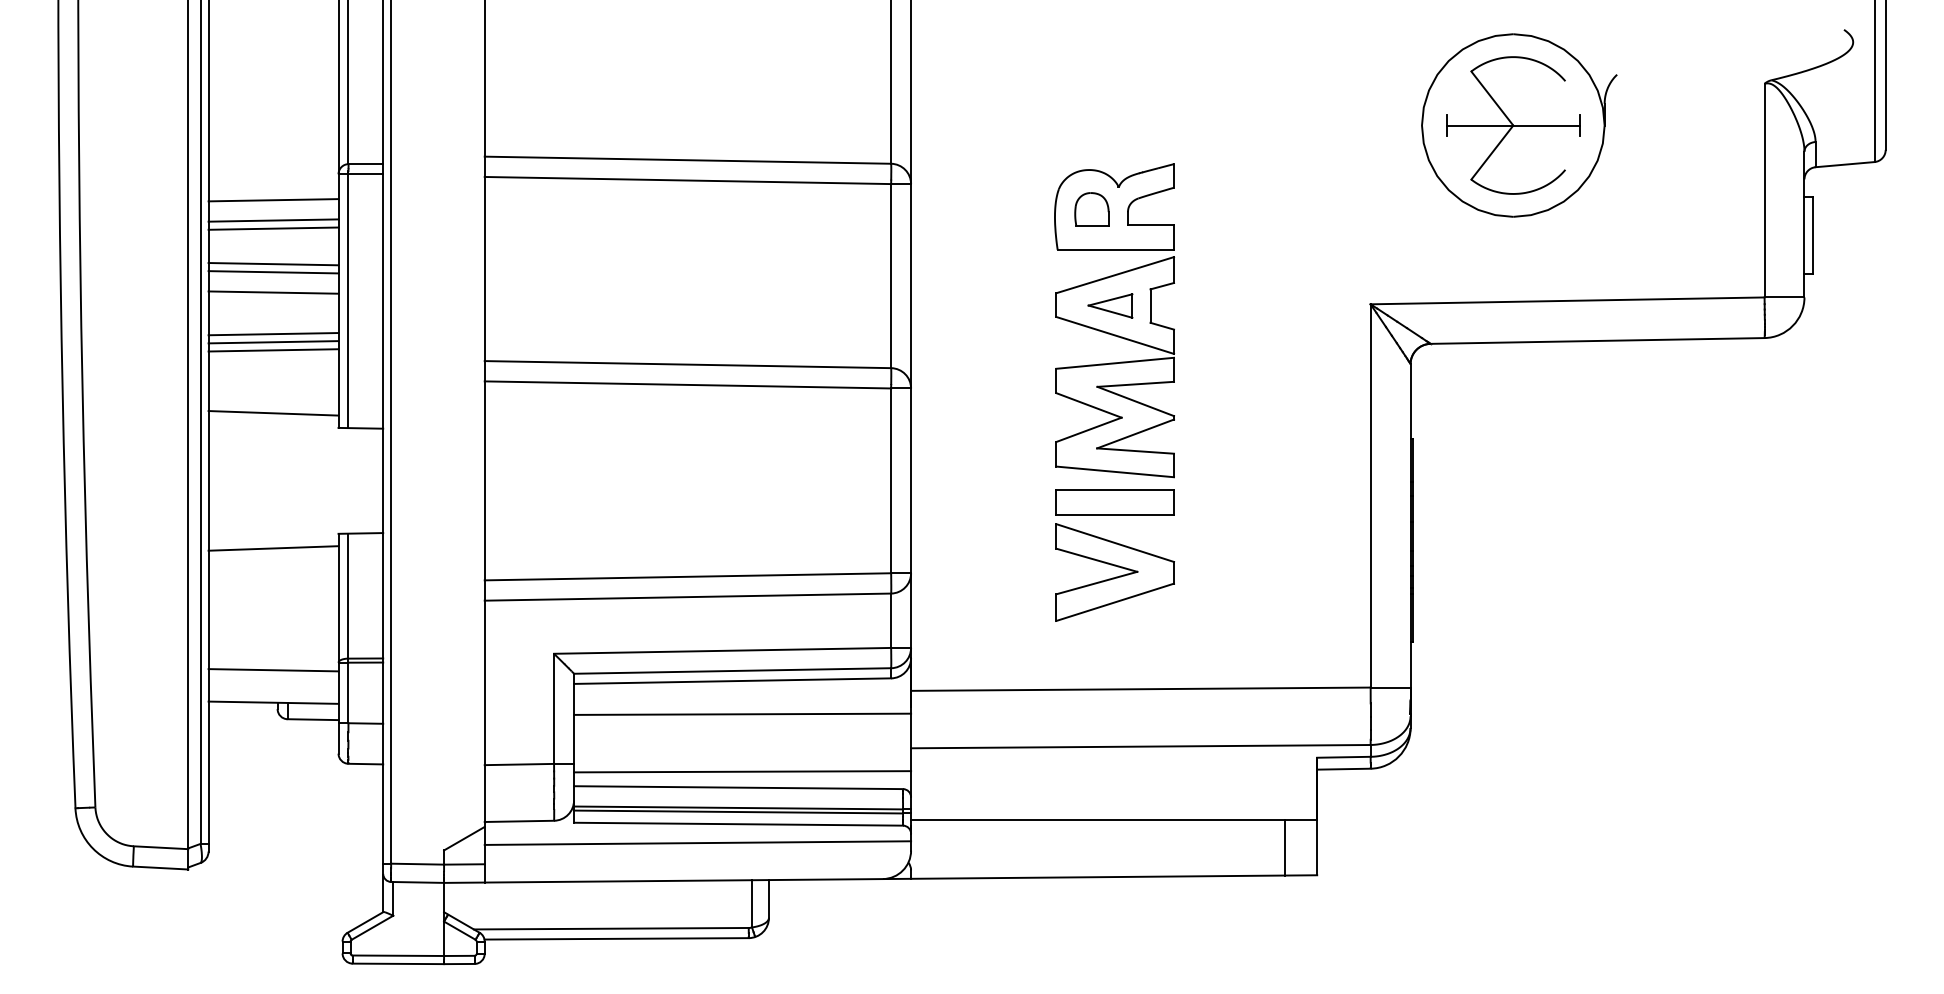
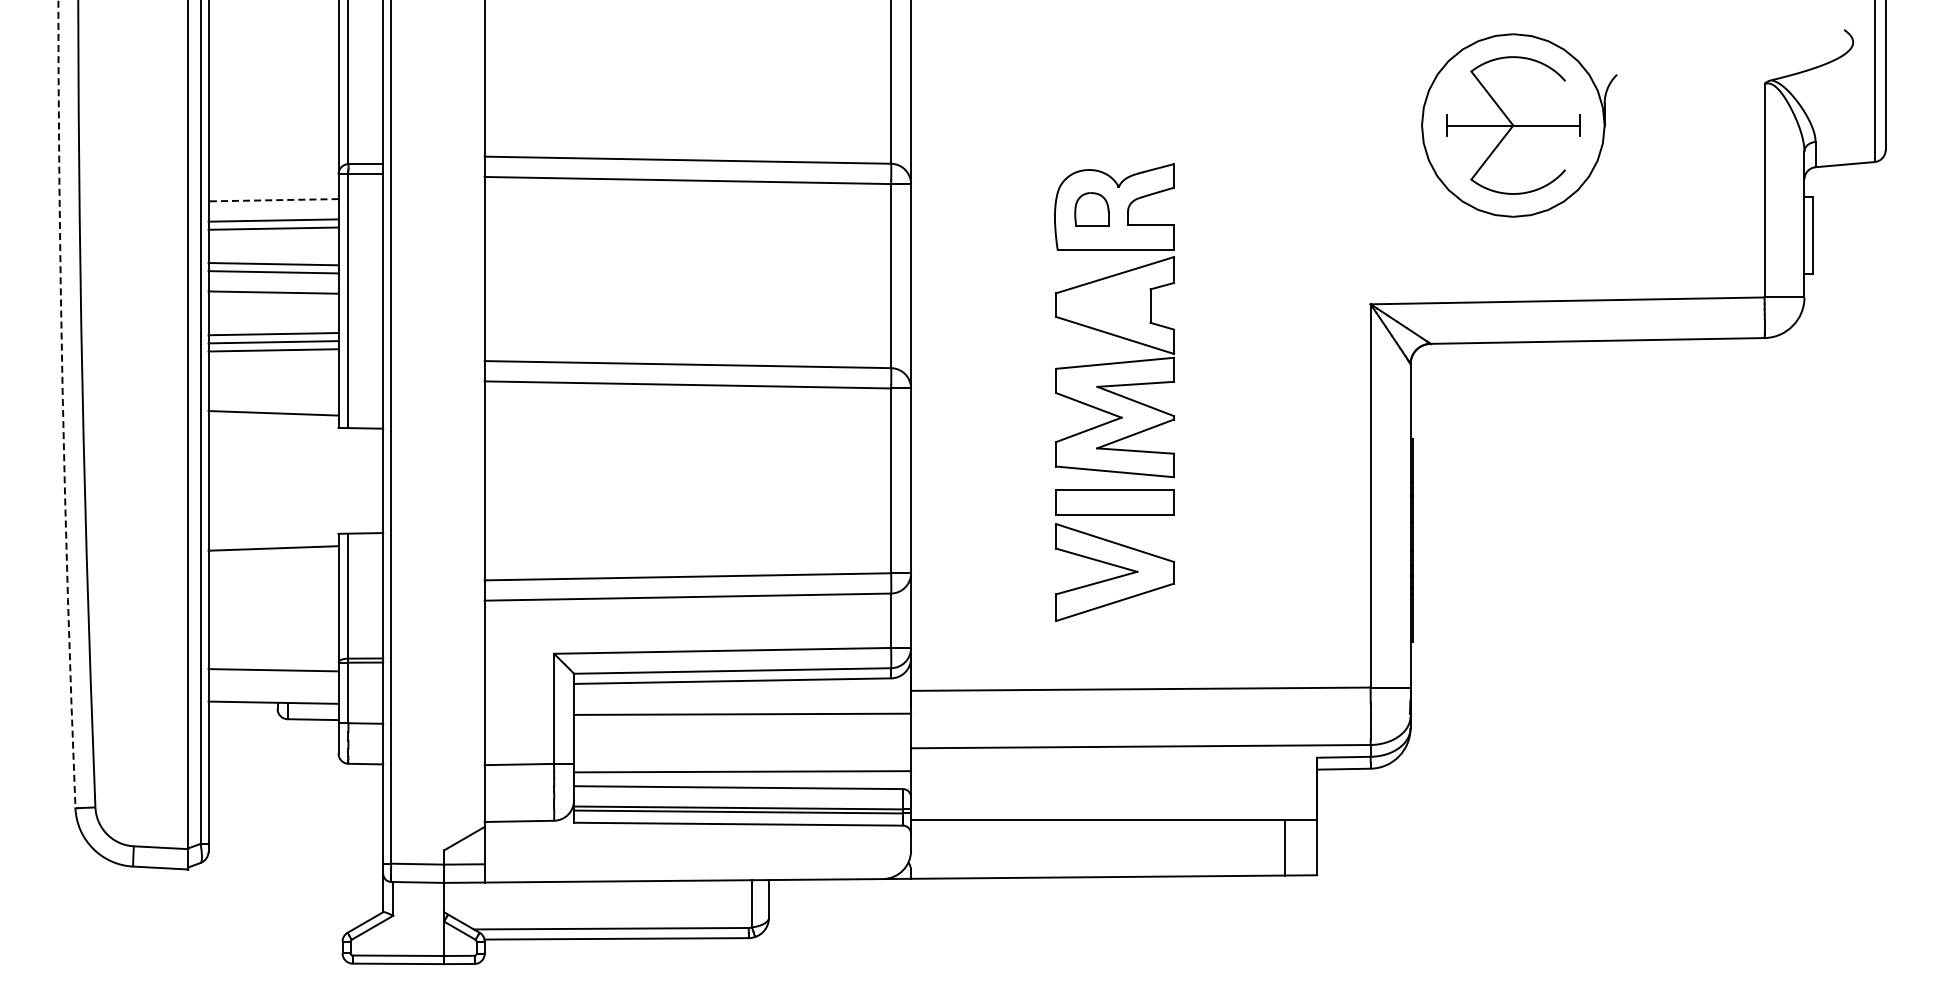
line at (273, 200): solid -> dashed
part at (1110, 305): present -> none
arc at (62, 403): solid -> dashed
line at (697, 842): present -> none
